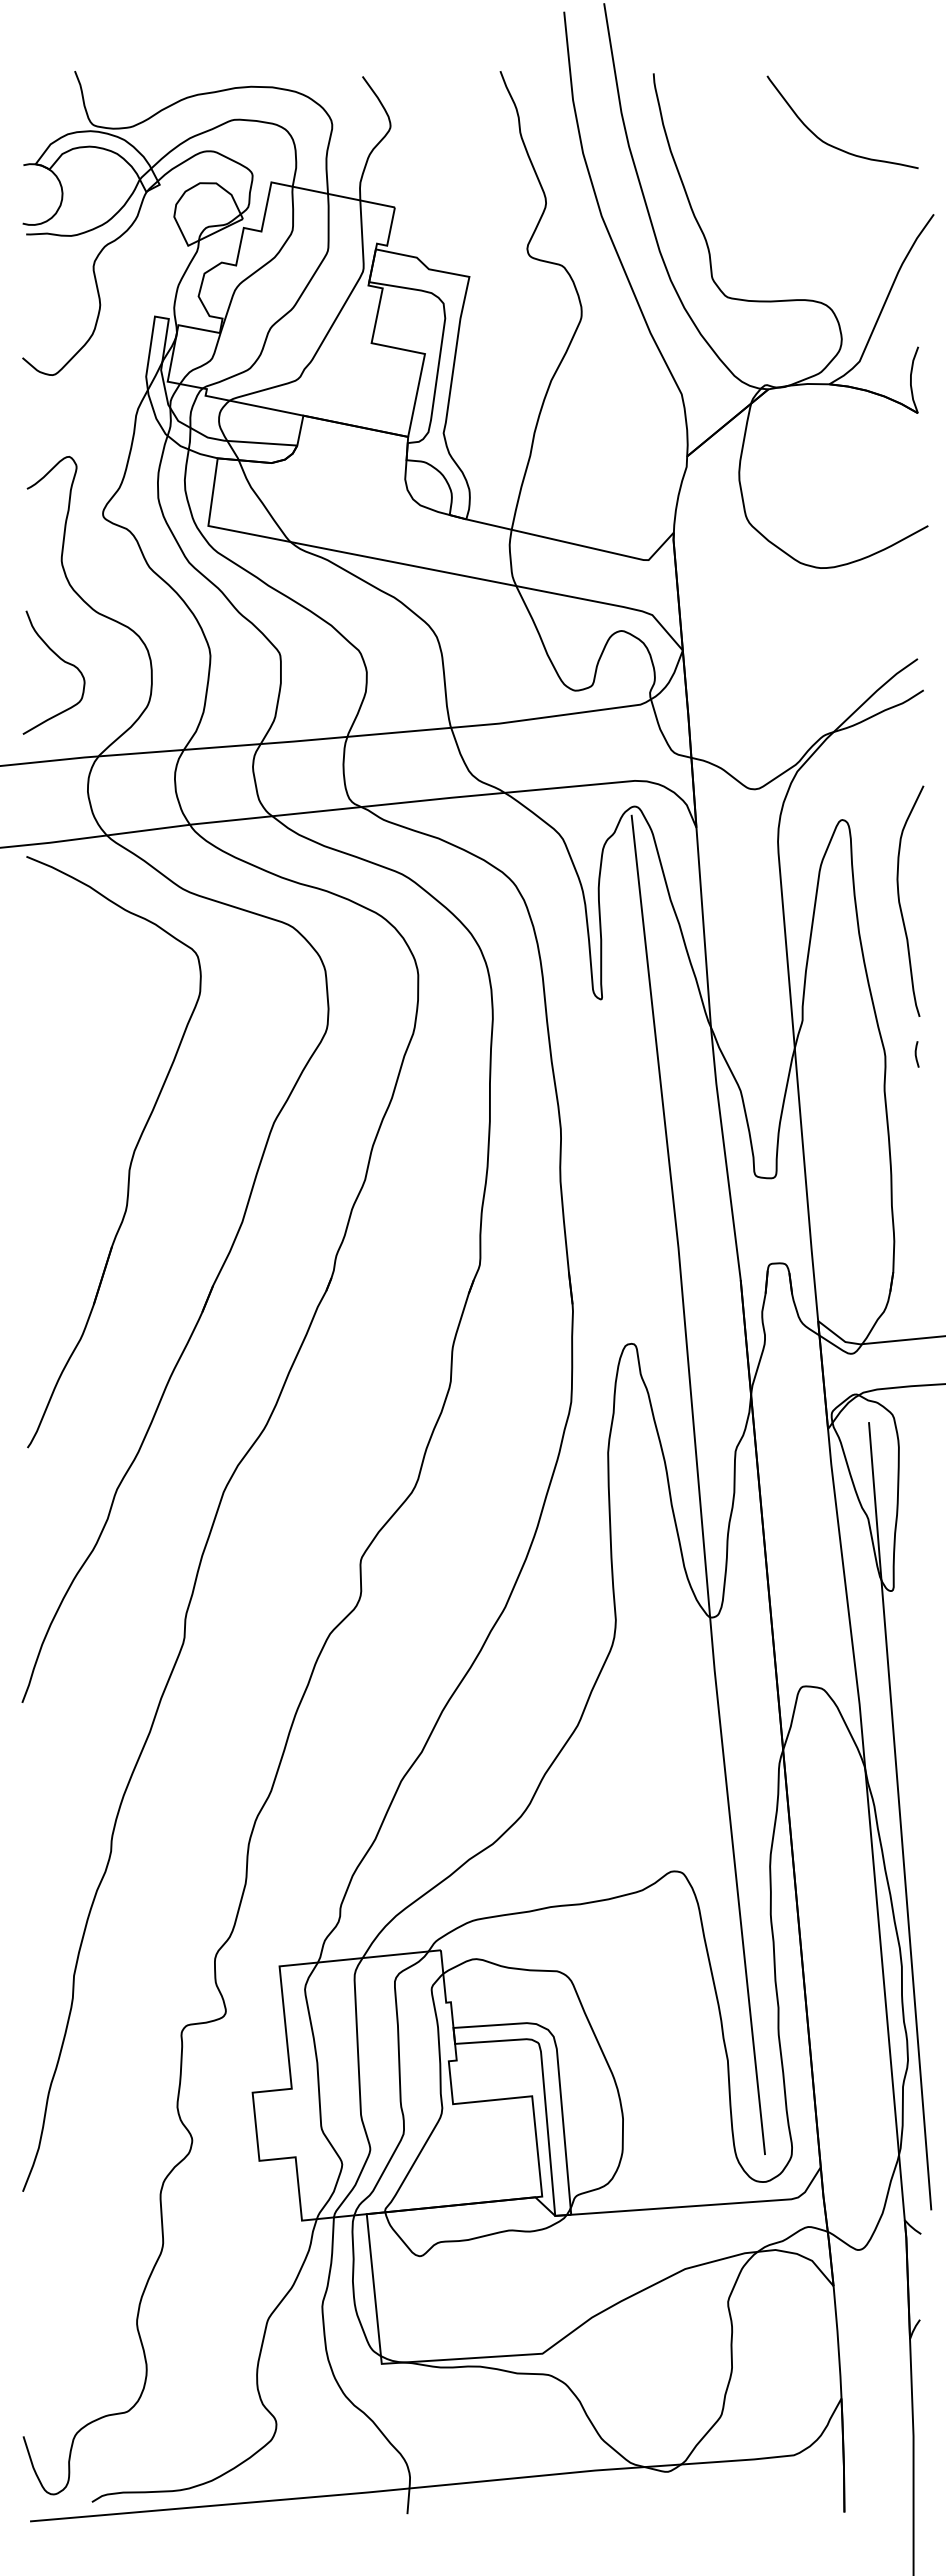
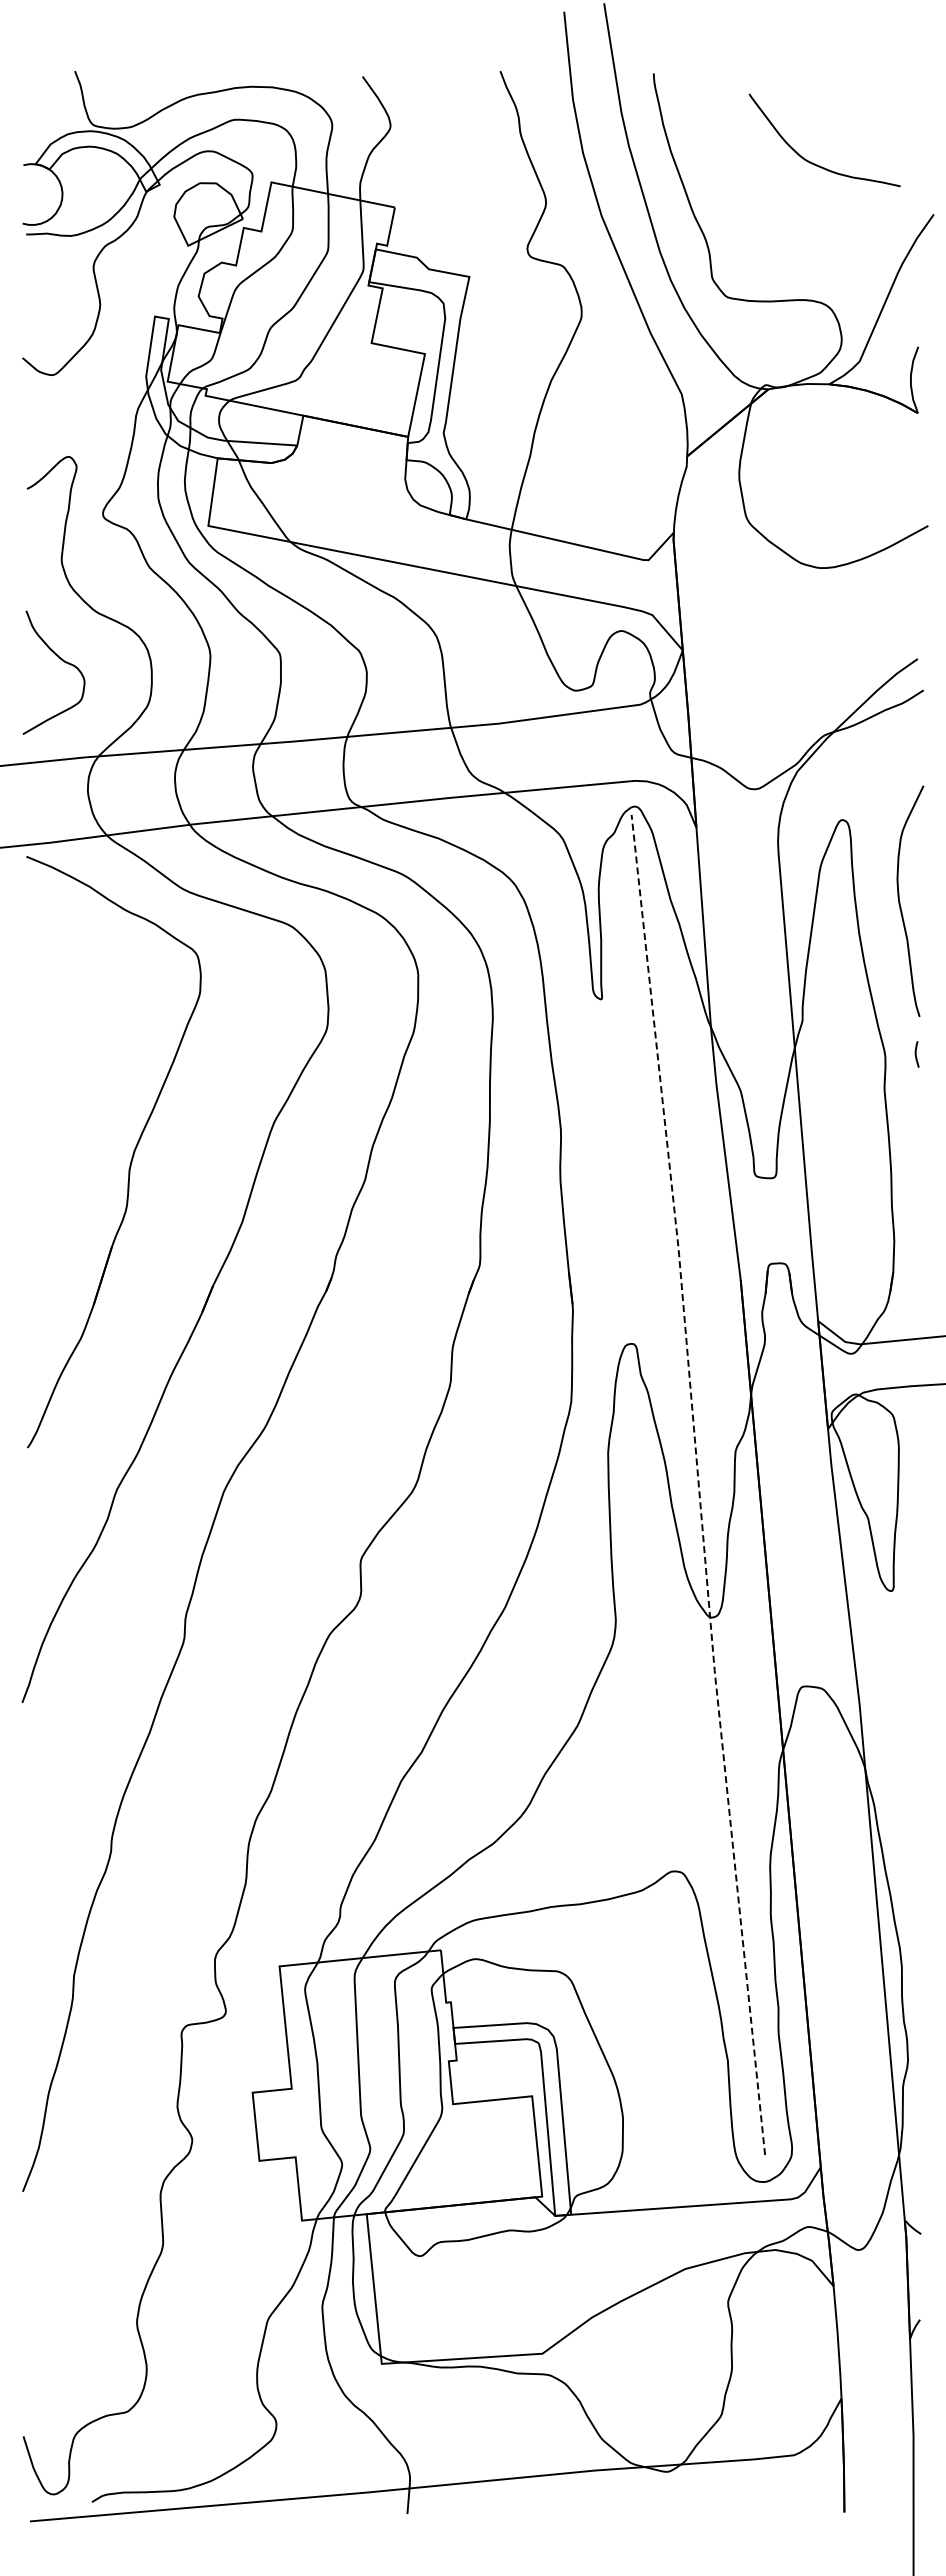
curve at (833, 145) position: (833, 145) -> (815, 163)
line at (698, 1484): solid -> dashed
line at (900, 1816): present -> none
